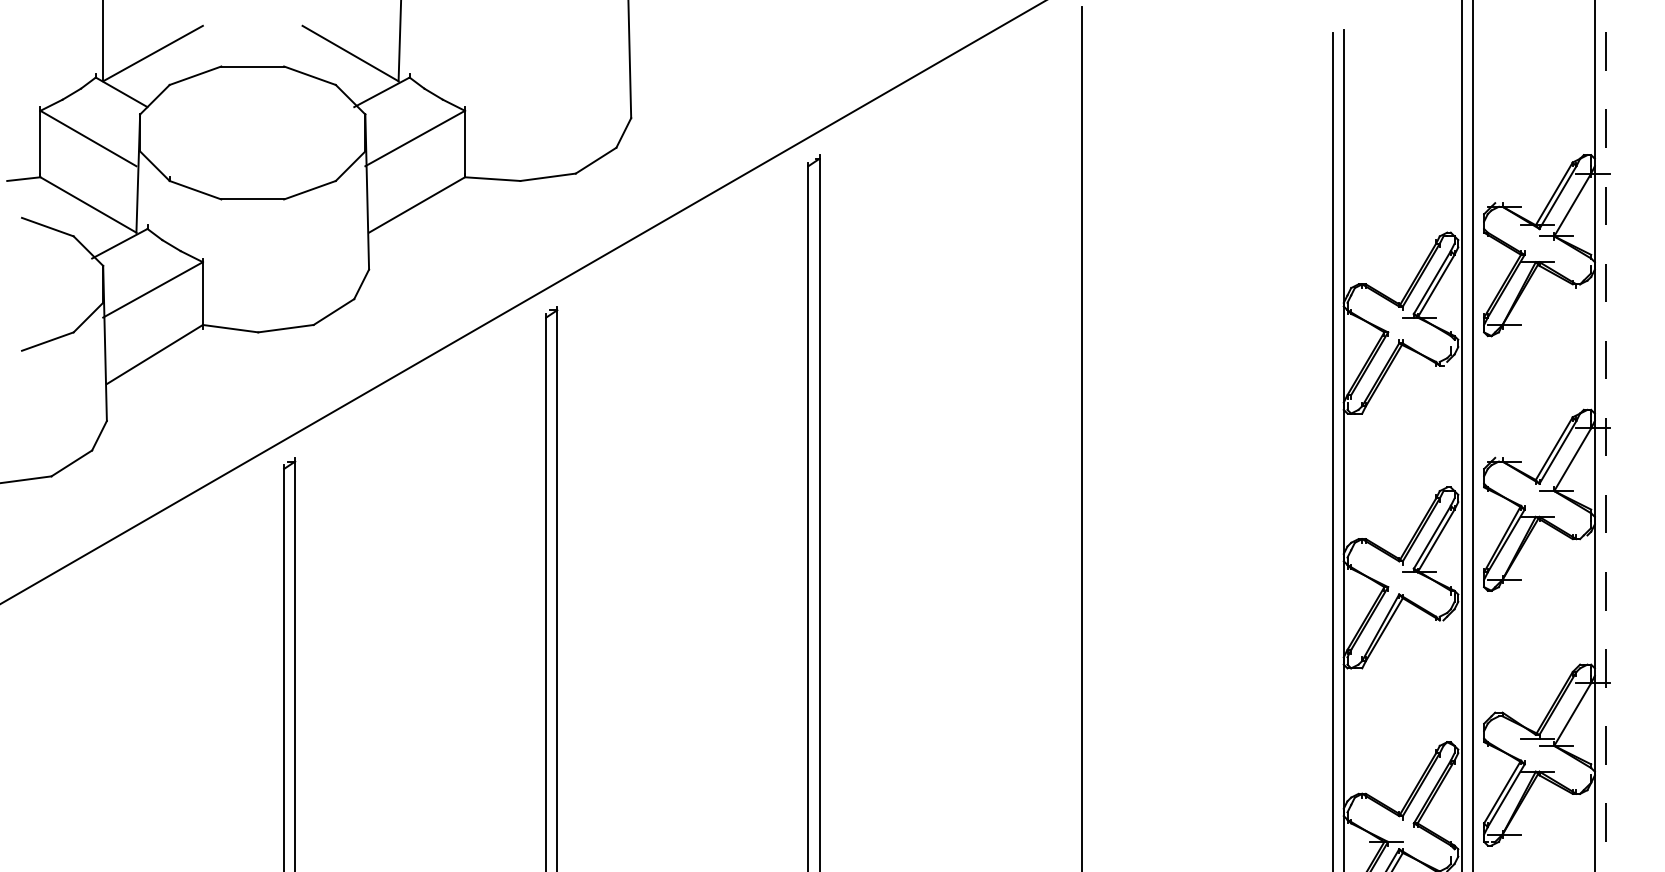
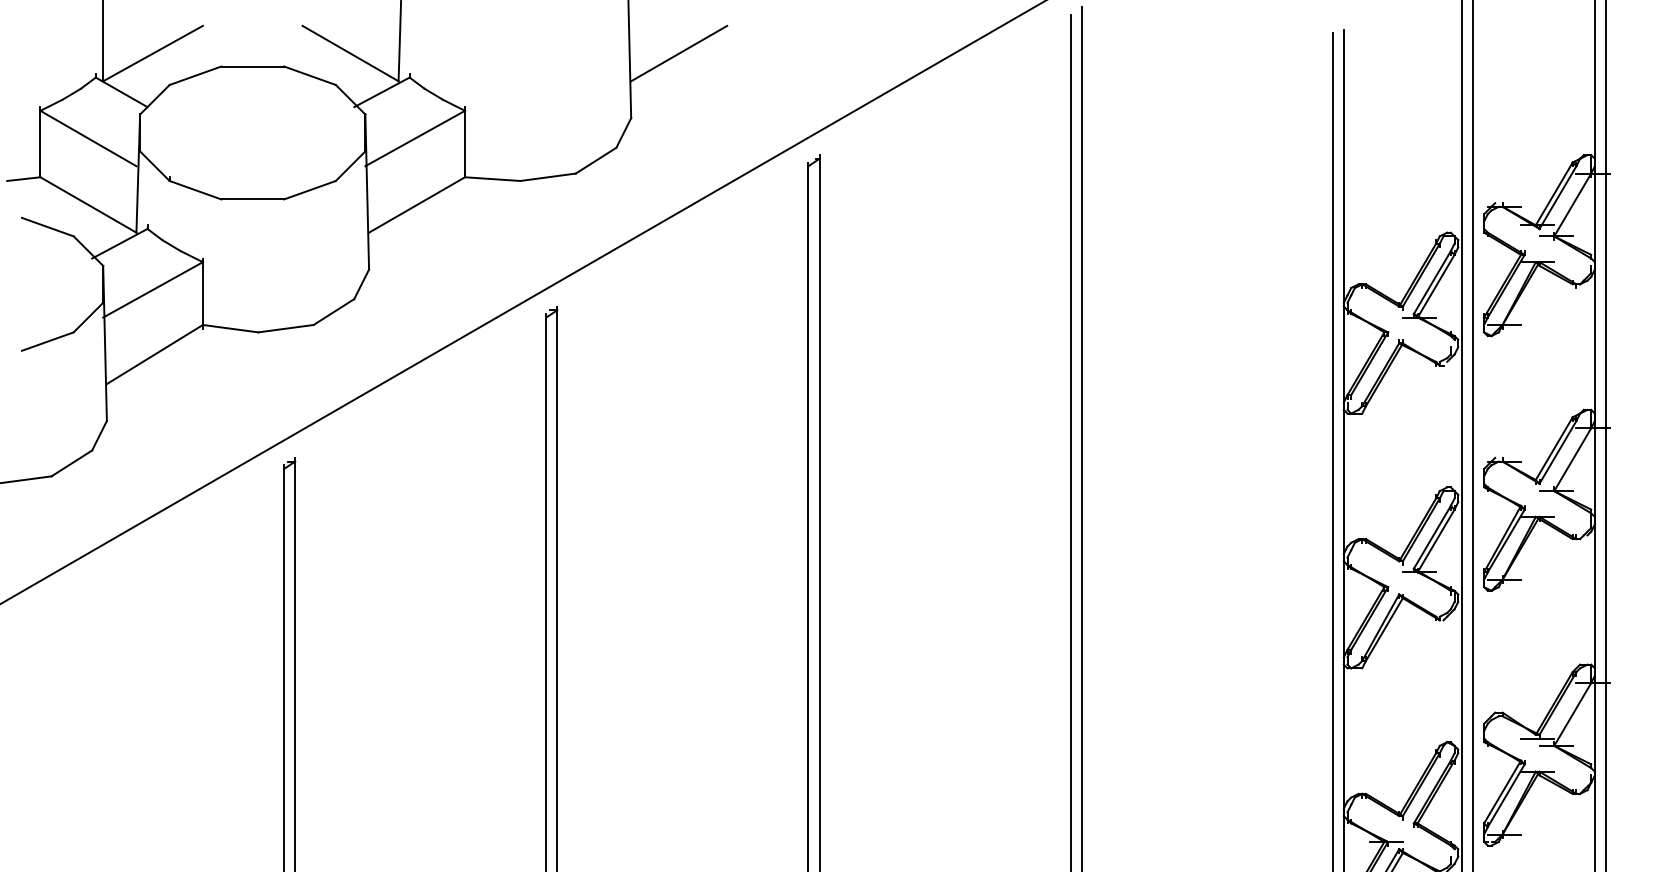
line at (679, 53): none -> present
line at (1605, 436): dashed -> solid
line at (1070, 441): none -> present
